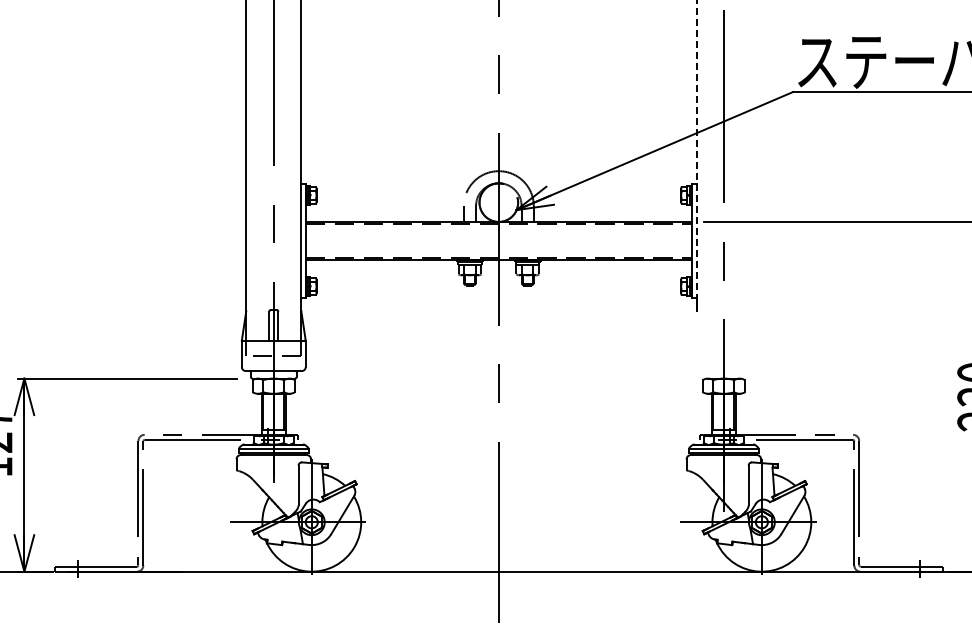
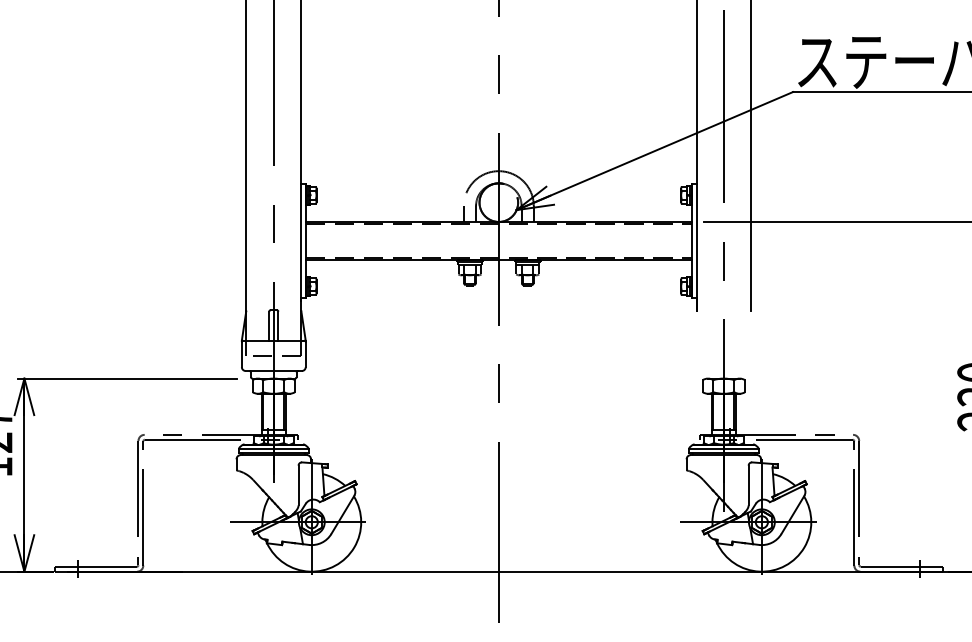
line at (696, 150): dashed -> solid
line at (751, 156): none -> present
